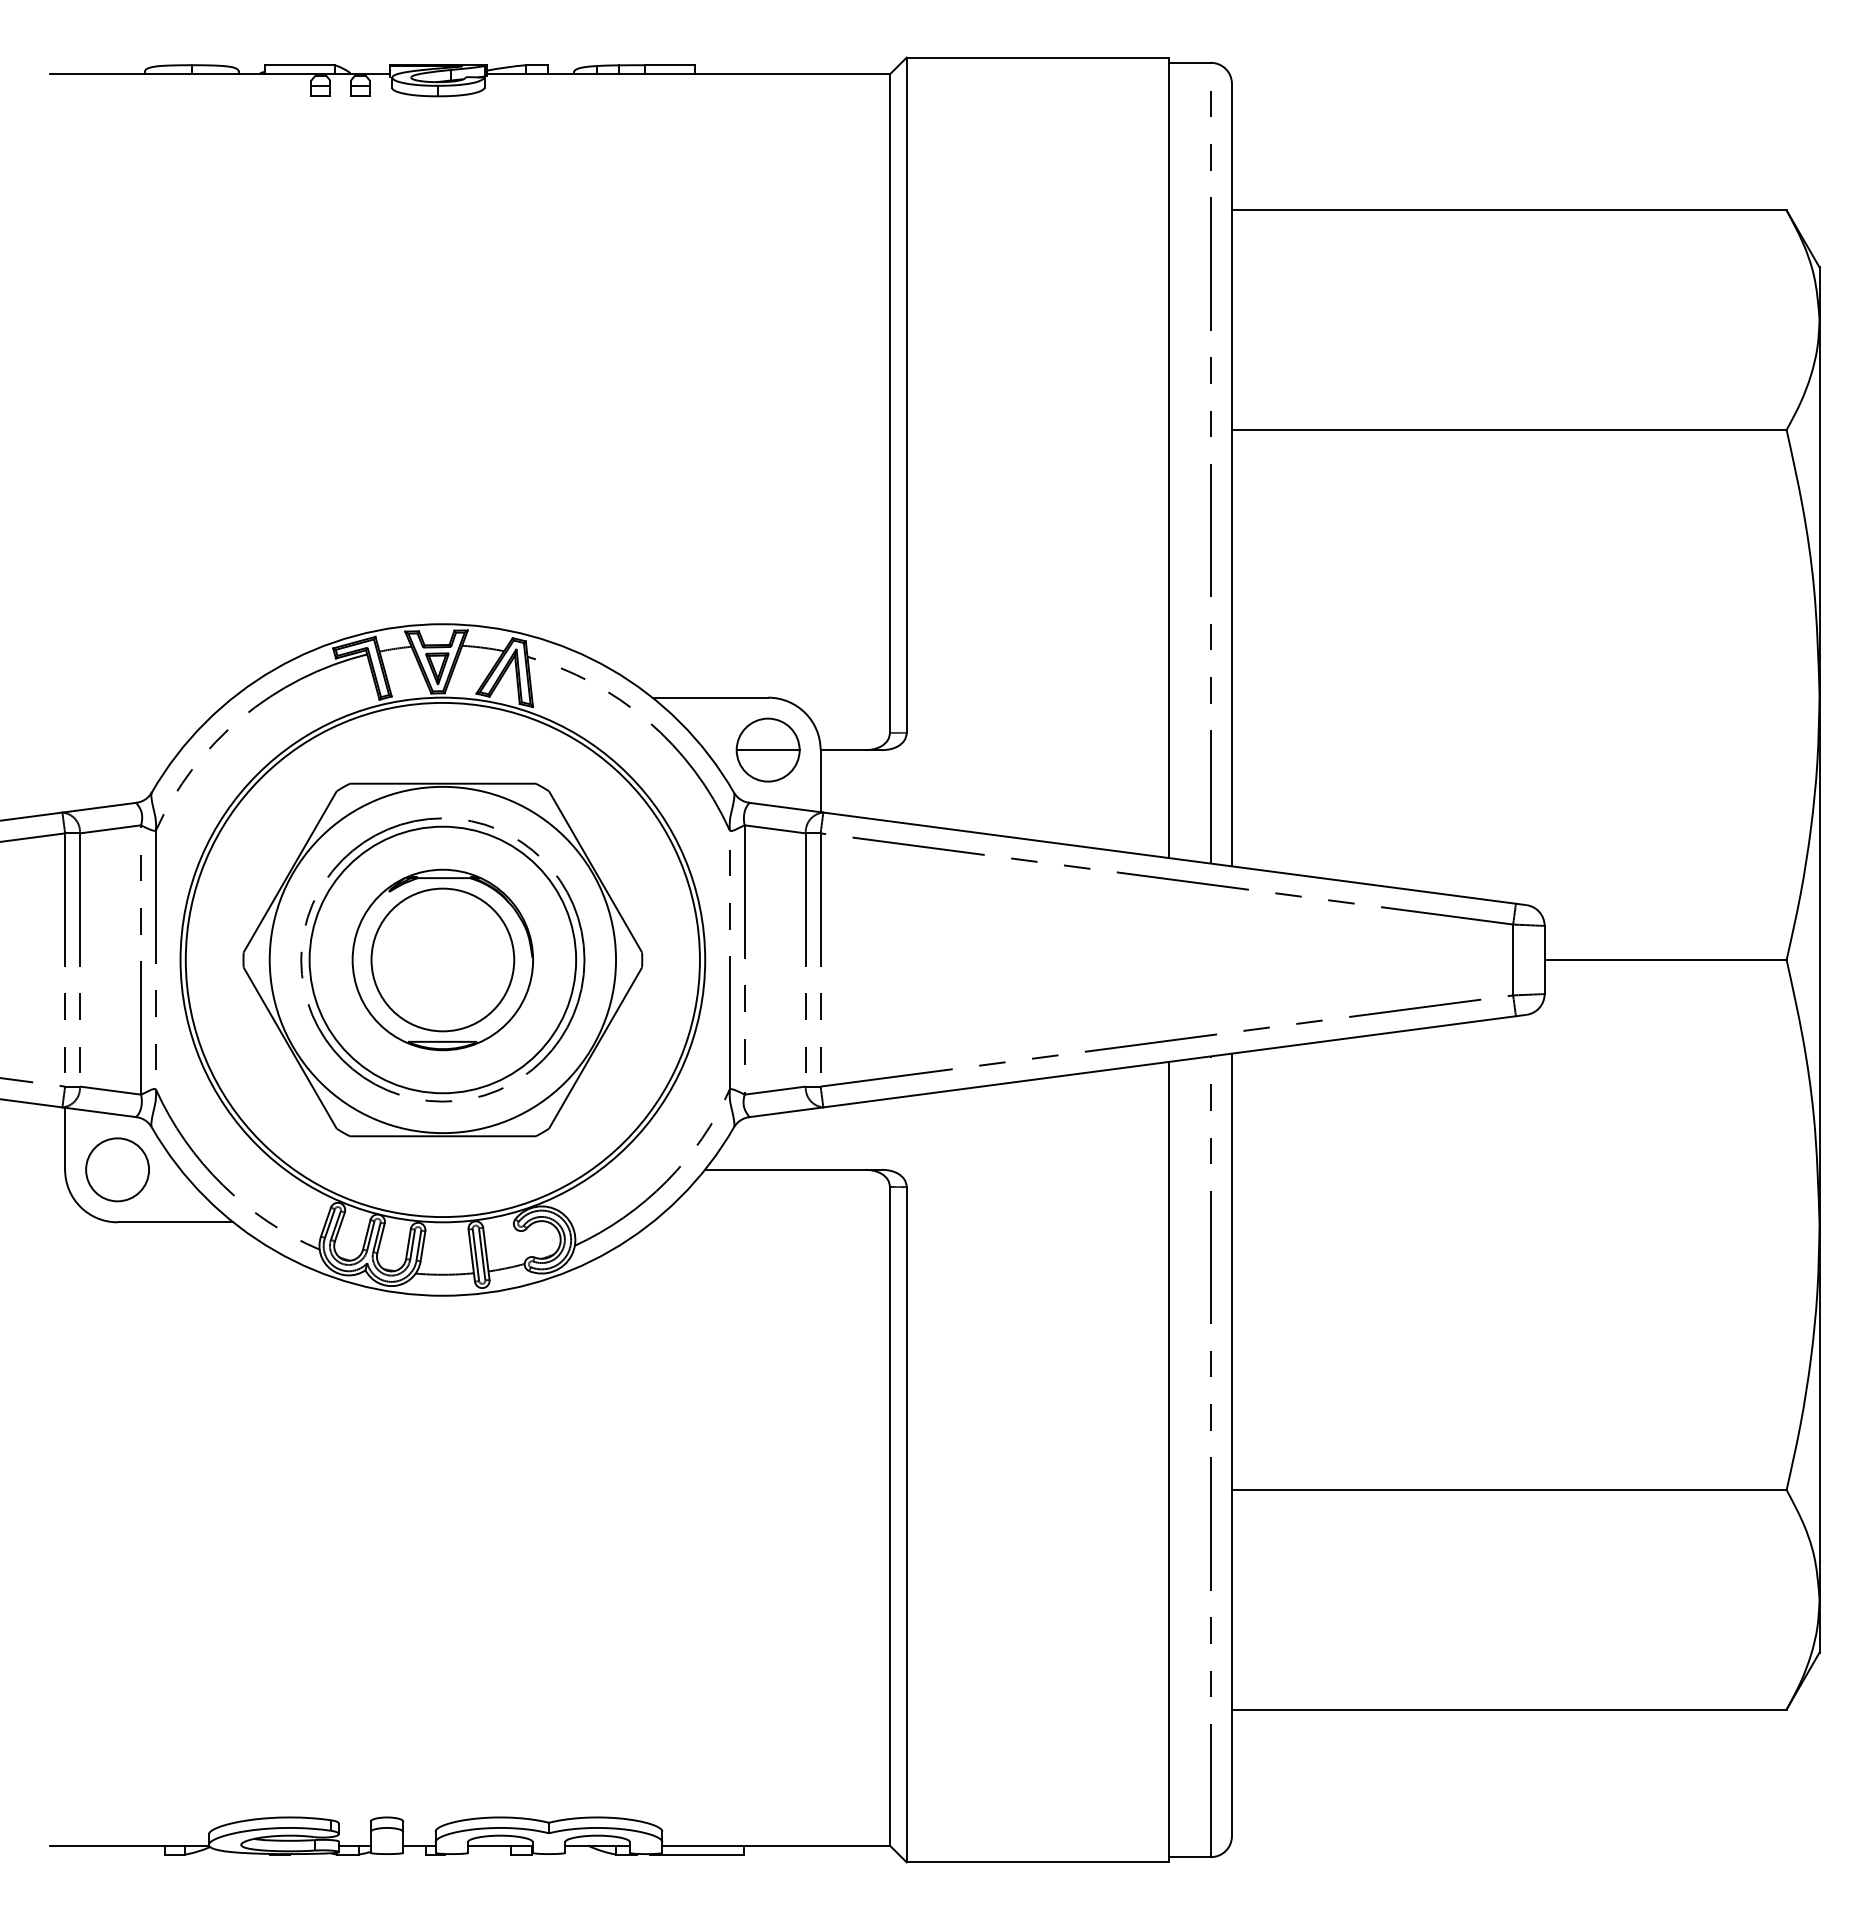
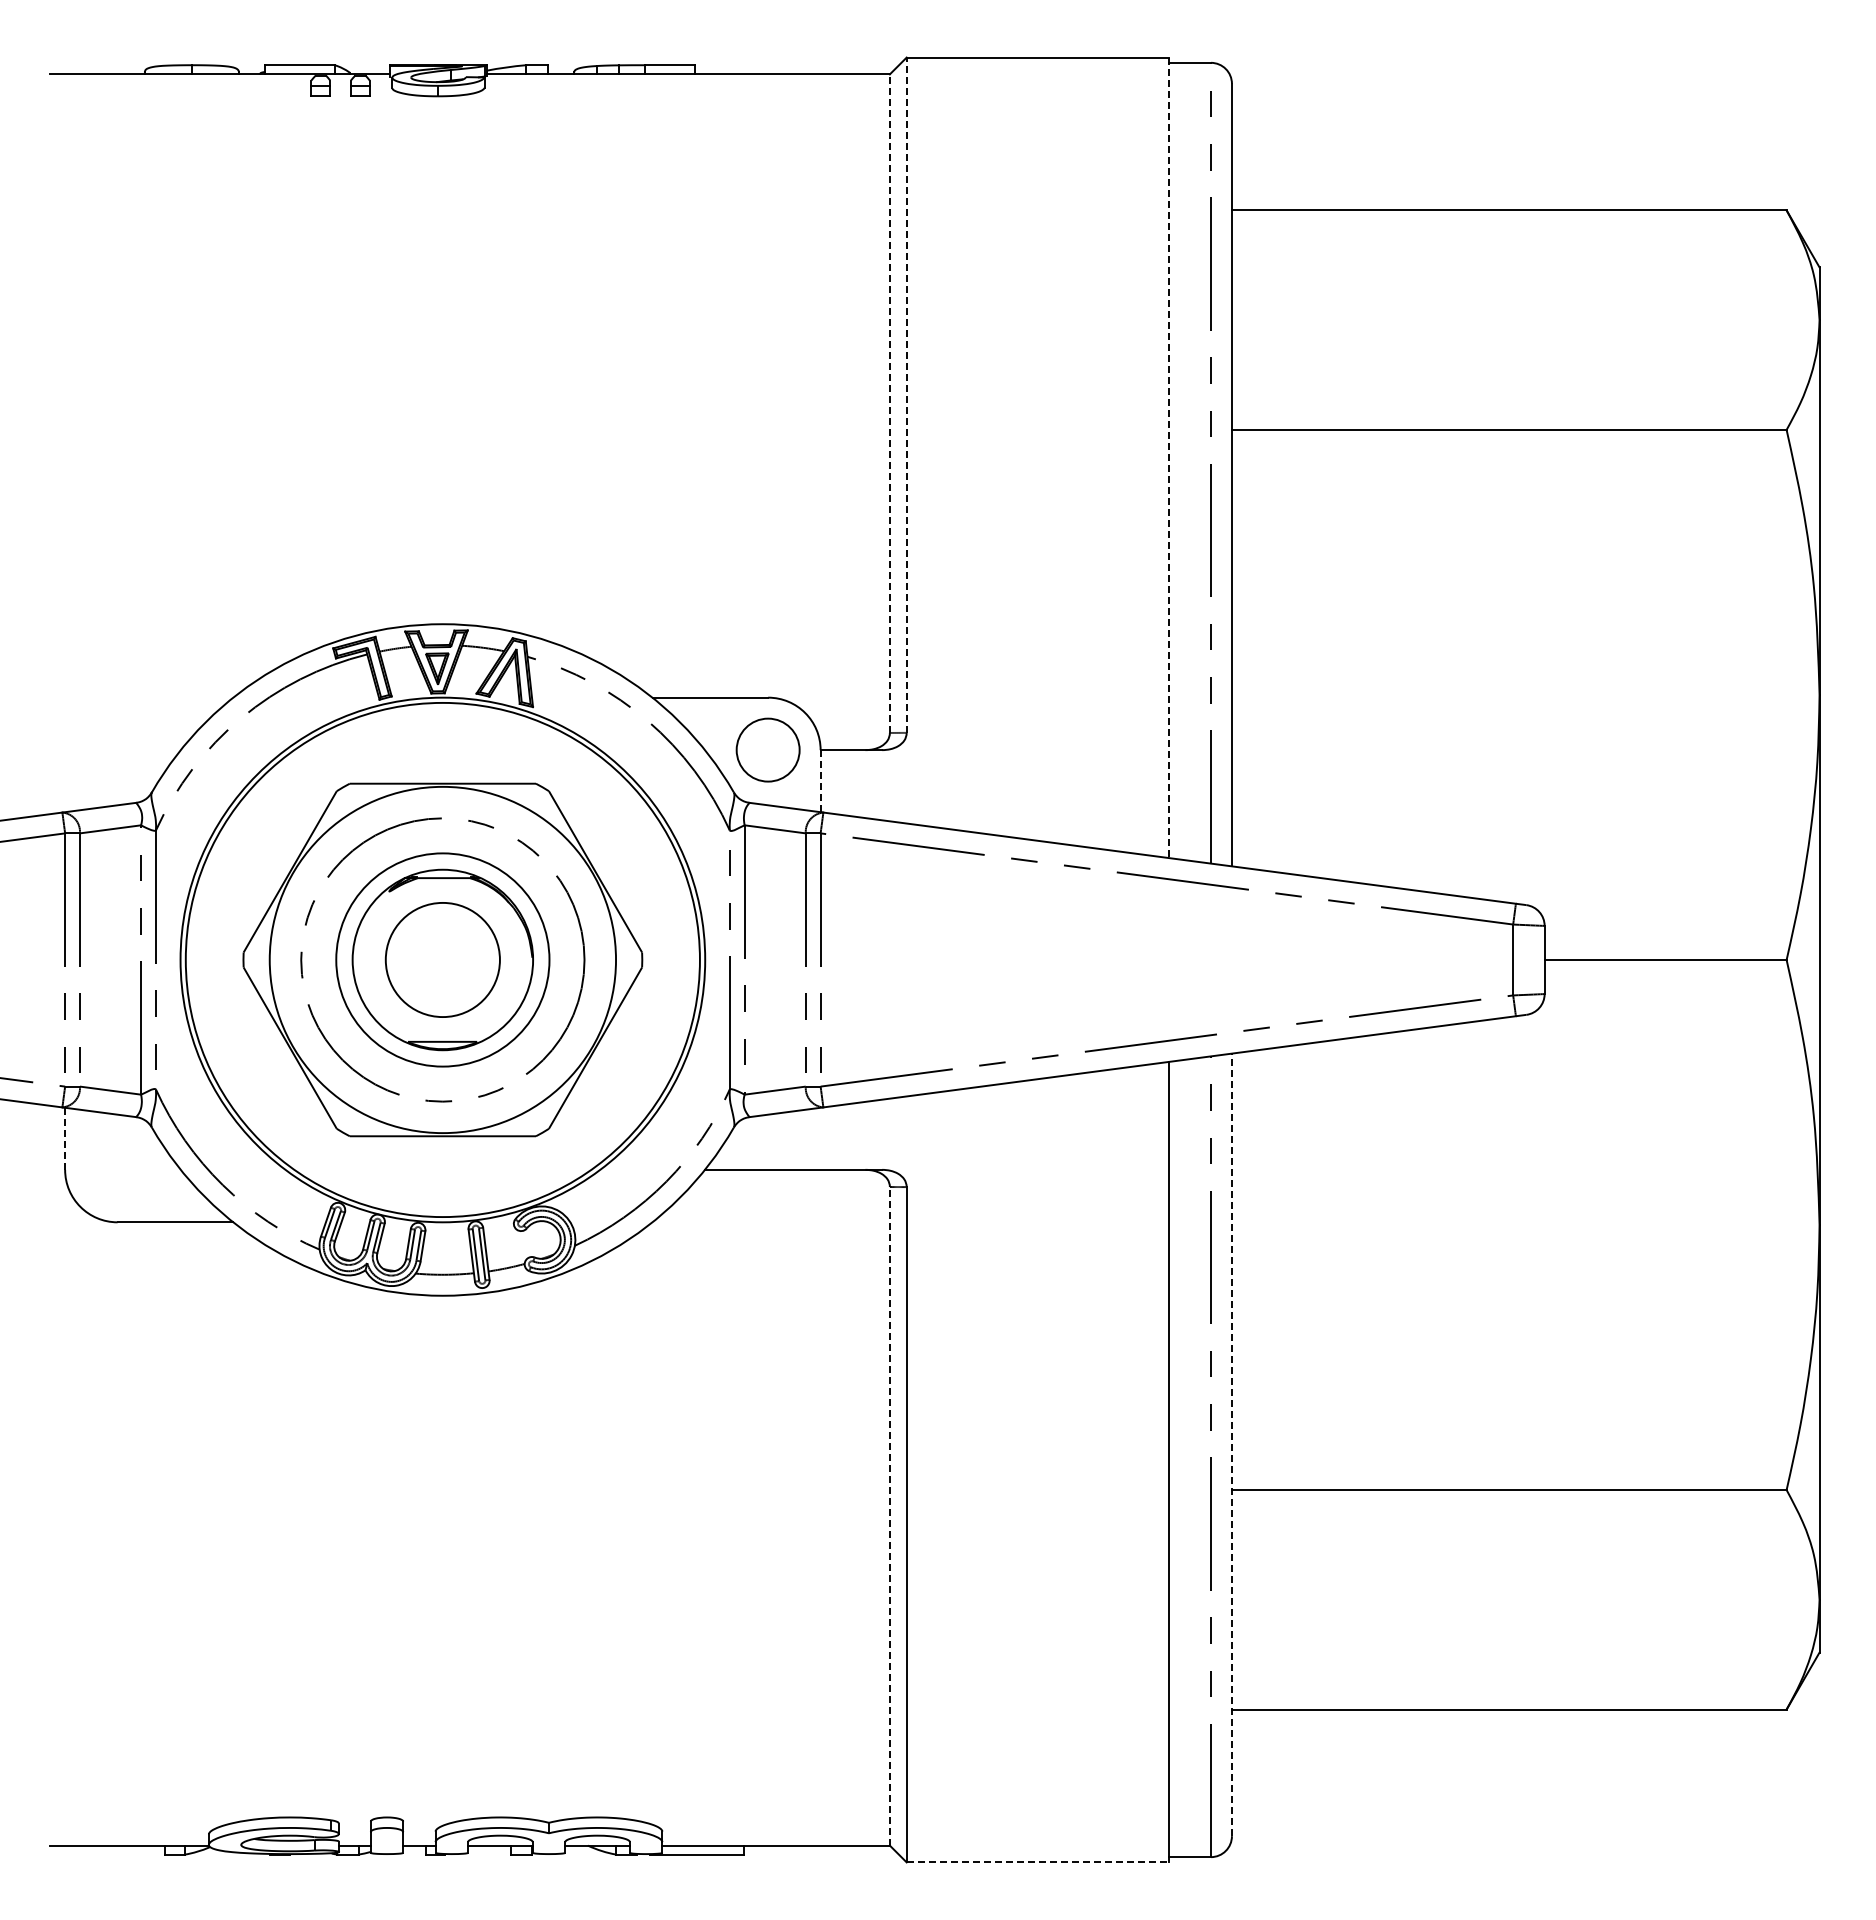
line at (906, 395): solid -> dashed
line at (889, 403): solid -> dashed
line at (1169, 458): solid -> dashed
line at (767, 750): present -> none
line at (820, 781): solid -> dashed
circle at (442, 959) diameter: 143 px -> 114 px
circle at (442, 959) diameter: 267 px -> 213 px
line at (65, 1138): solid -> dashed
circle at (117, 1169): present -> none
line at (1231, 1444): solid -> dashed
line at (889, 1515): solid -> dashed
line at (1038, 1862): solid -> dashed
